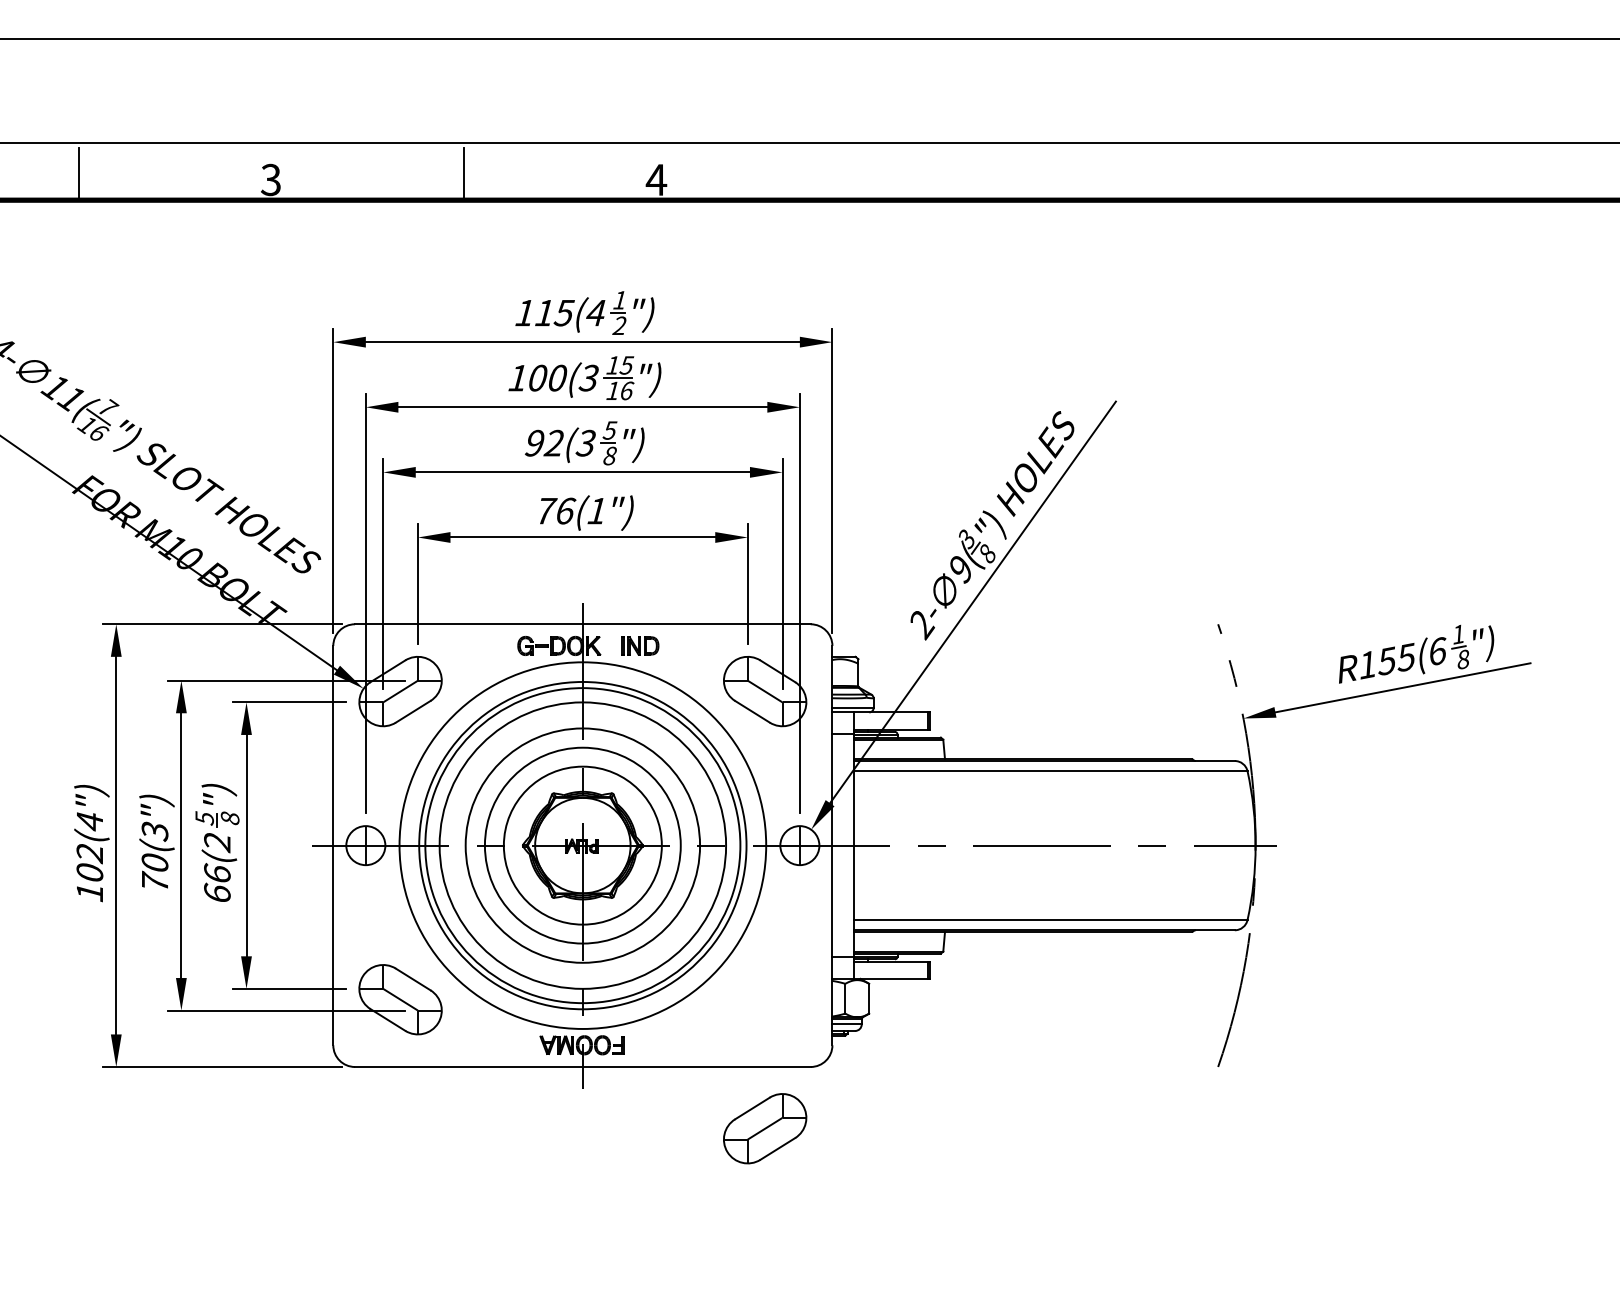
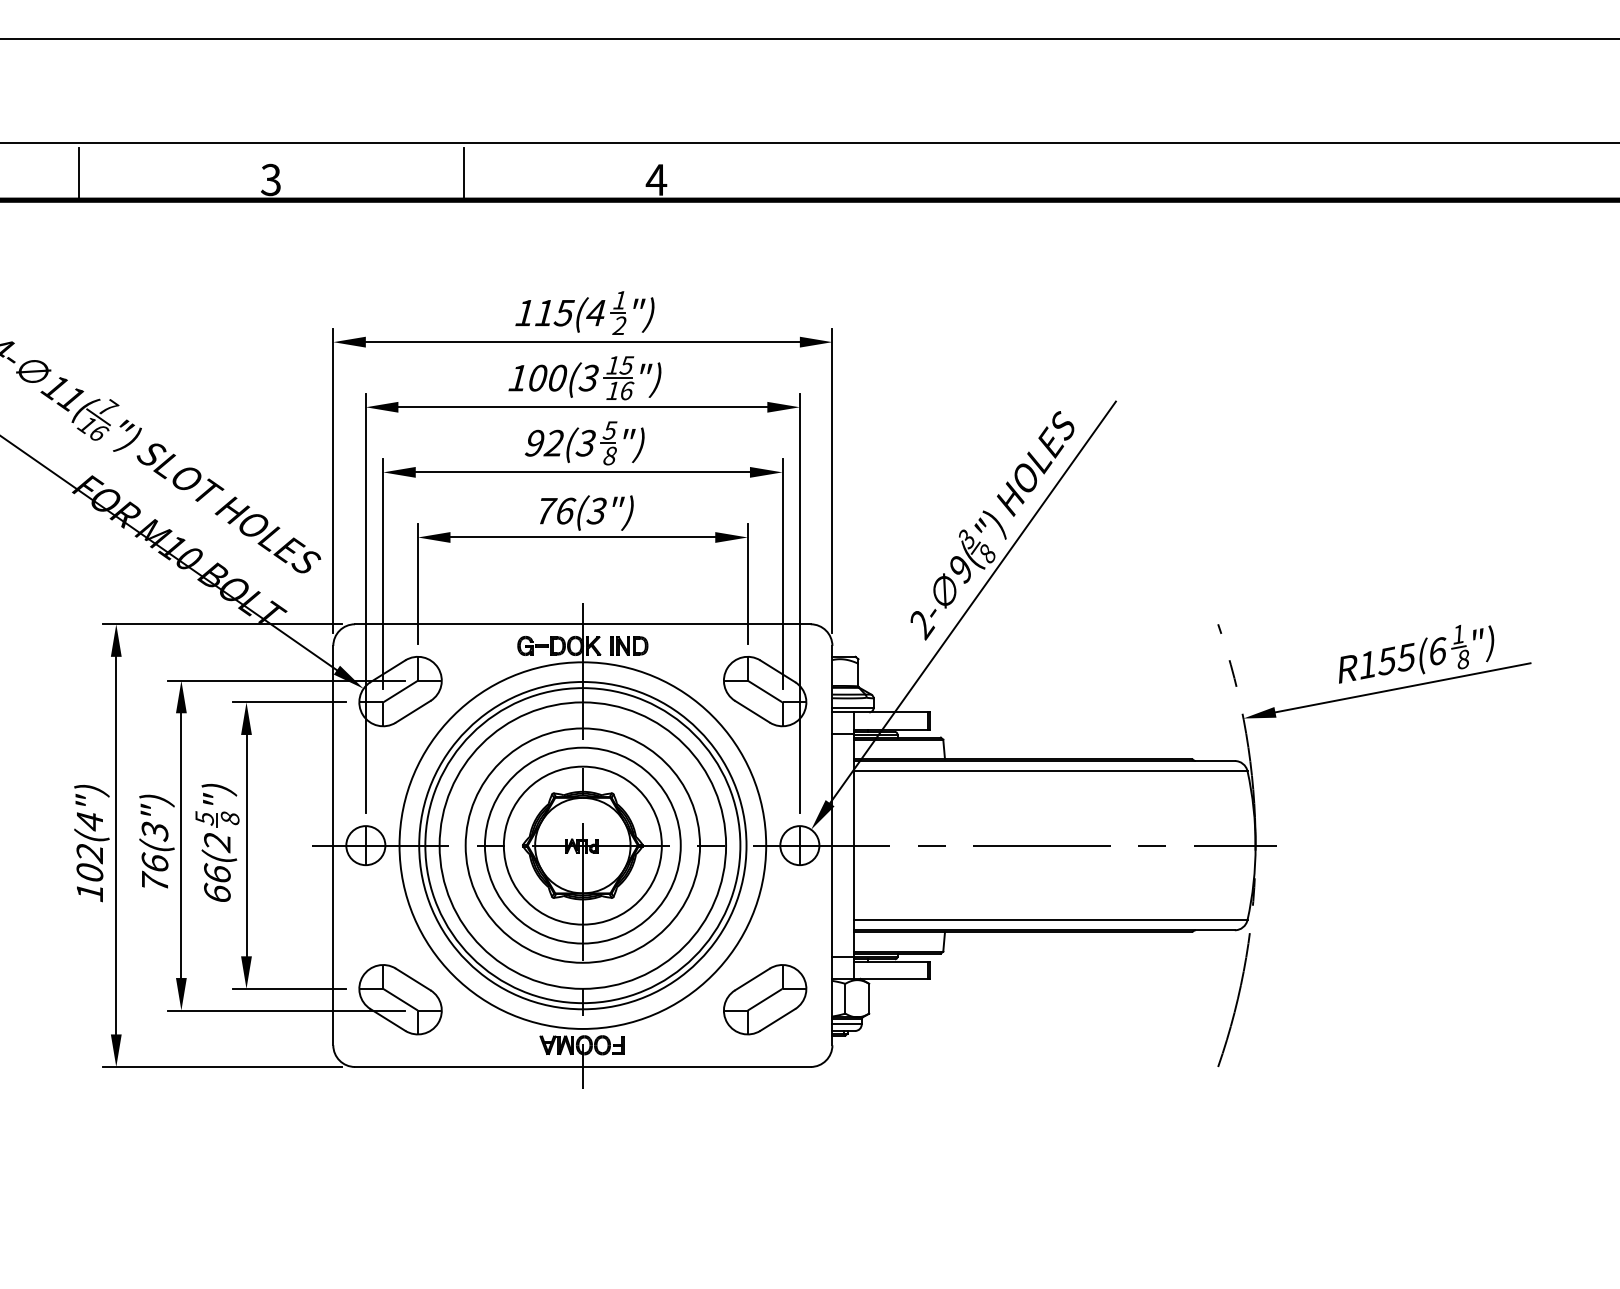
text at (596, 510): 76(1") -> 76(3")
part at (640, 645) position: (640, 645) -> (629, 645)
text at (154, 861): 70(3") -> 76(3")
part at (765, 1128) position: (765, 1128) -> (765, 999)
